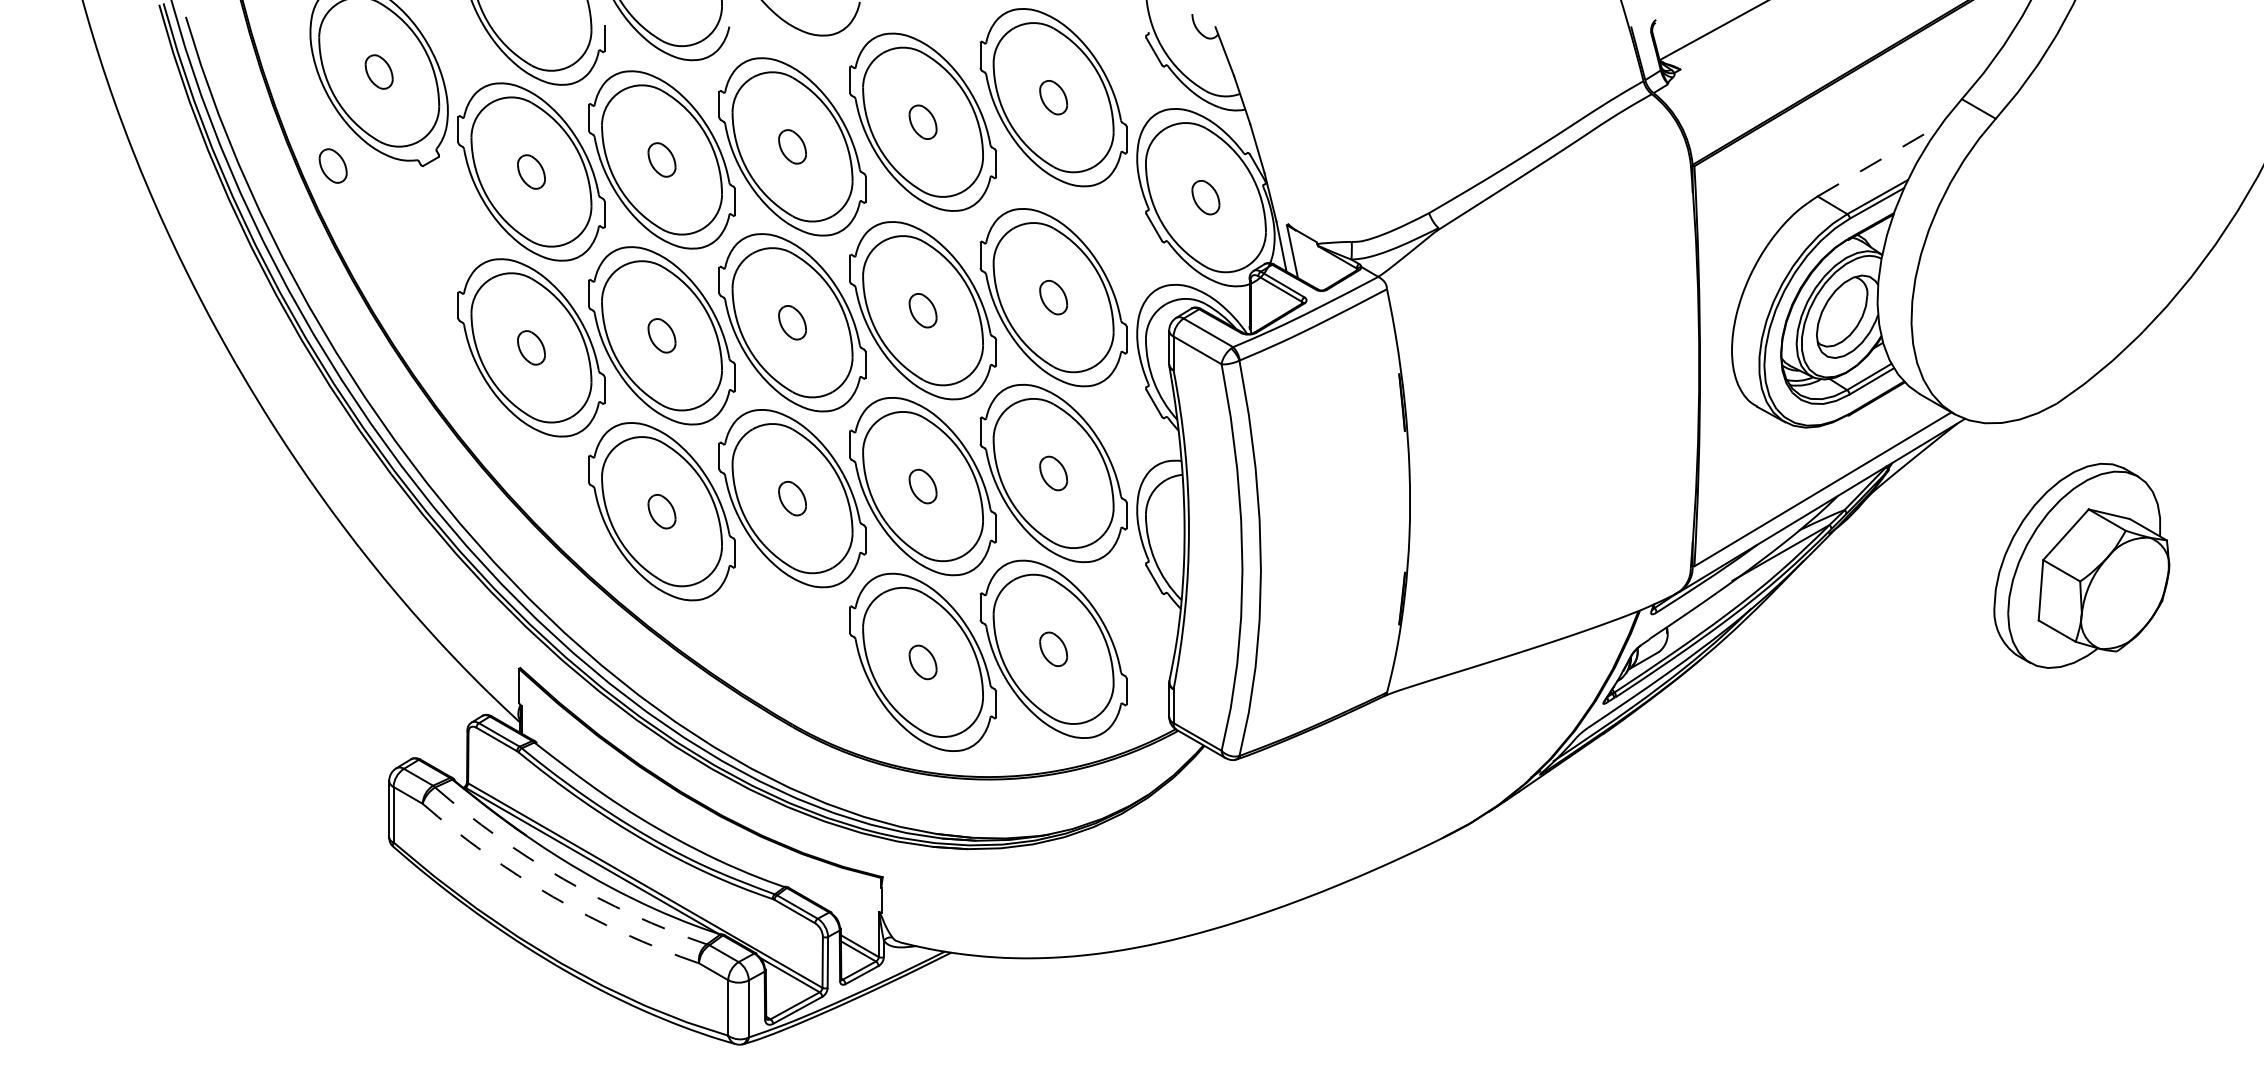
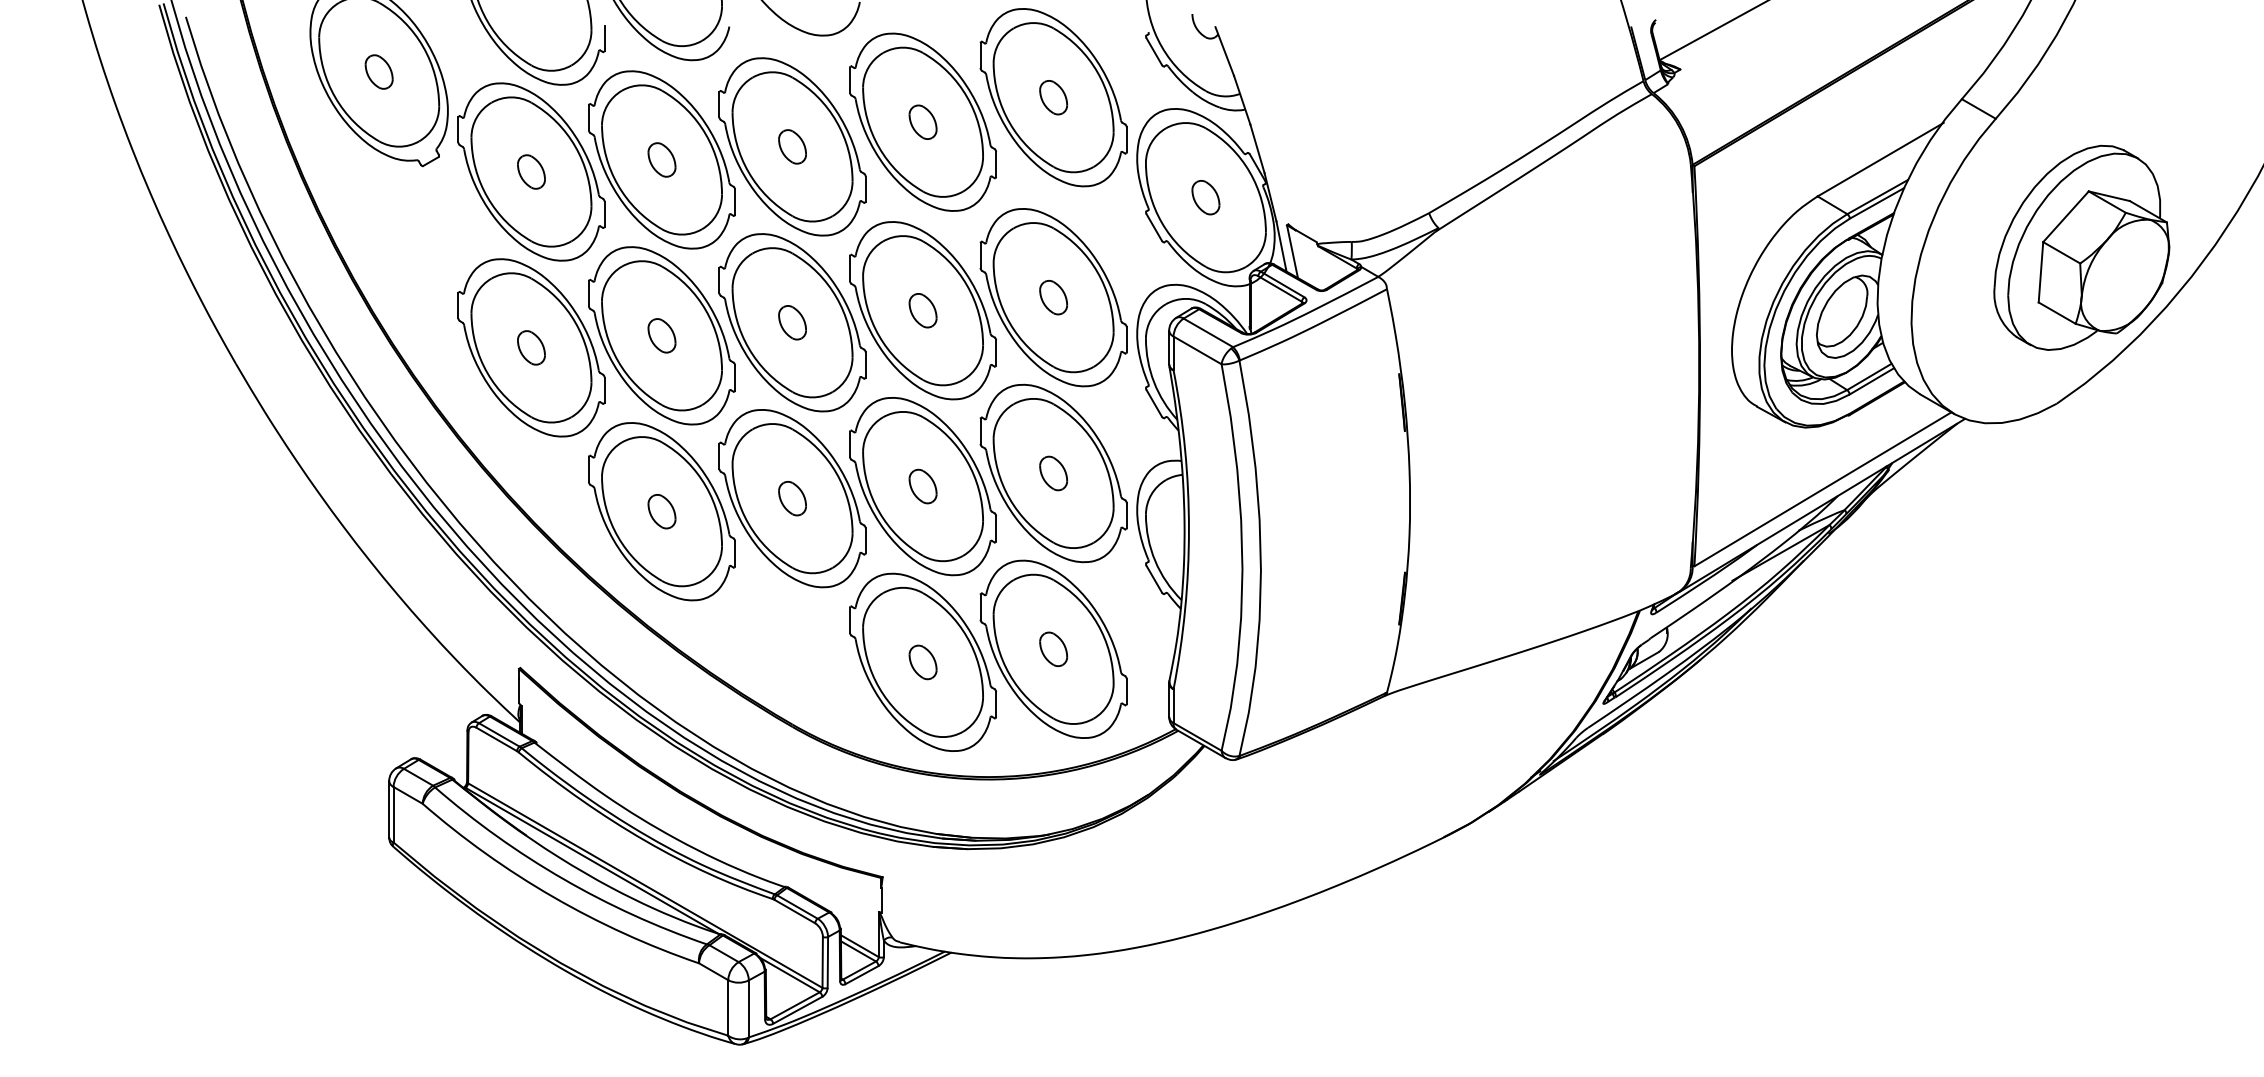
line at (1880, 159): dashed -> solid
part at (332, 165): present -> none
part at (2081, 565) position: (2081, 565) -> (2081, 247)
arc at (563, 879): dashed -> solid
arc at (553, 896): dashed -> solid
